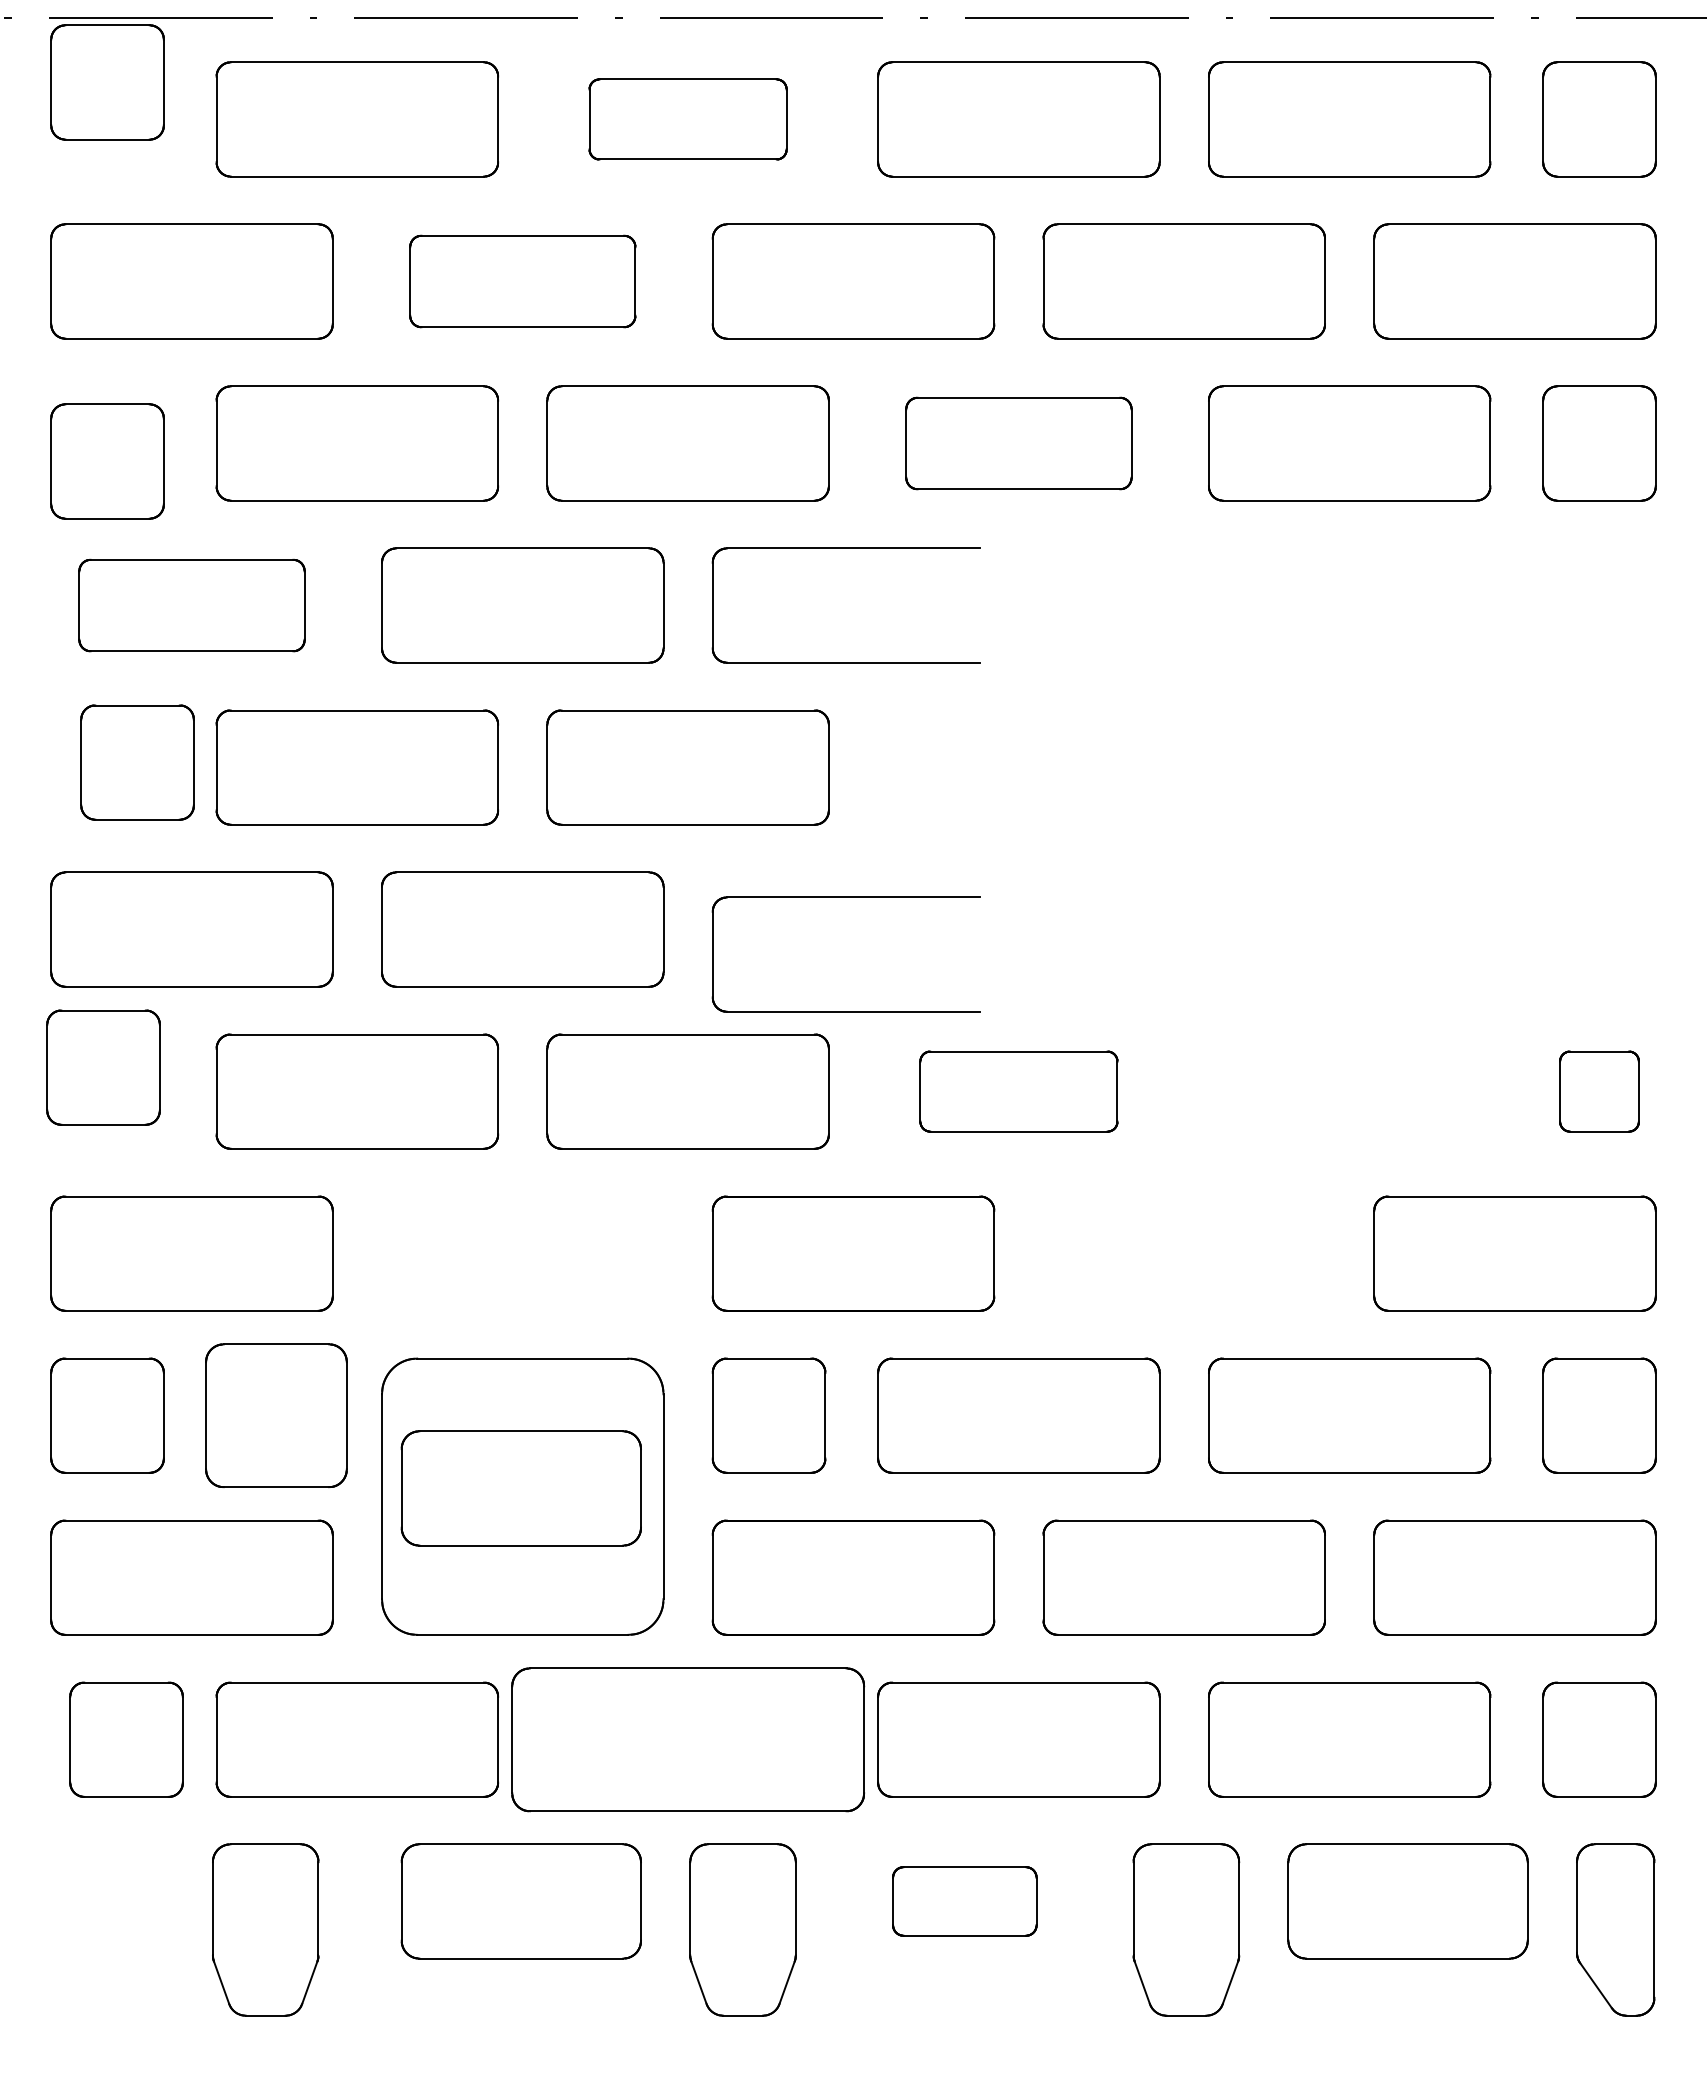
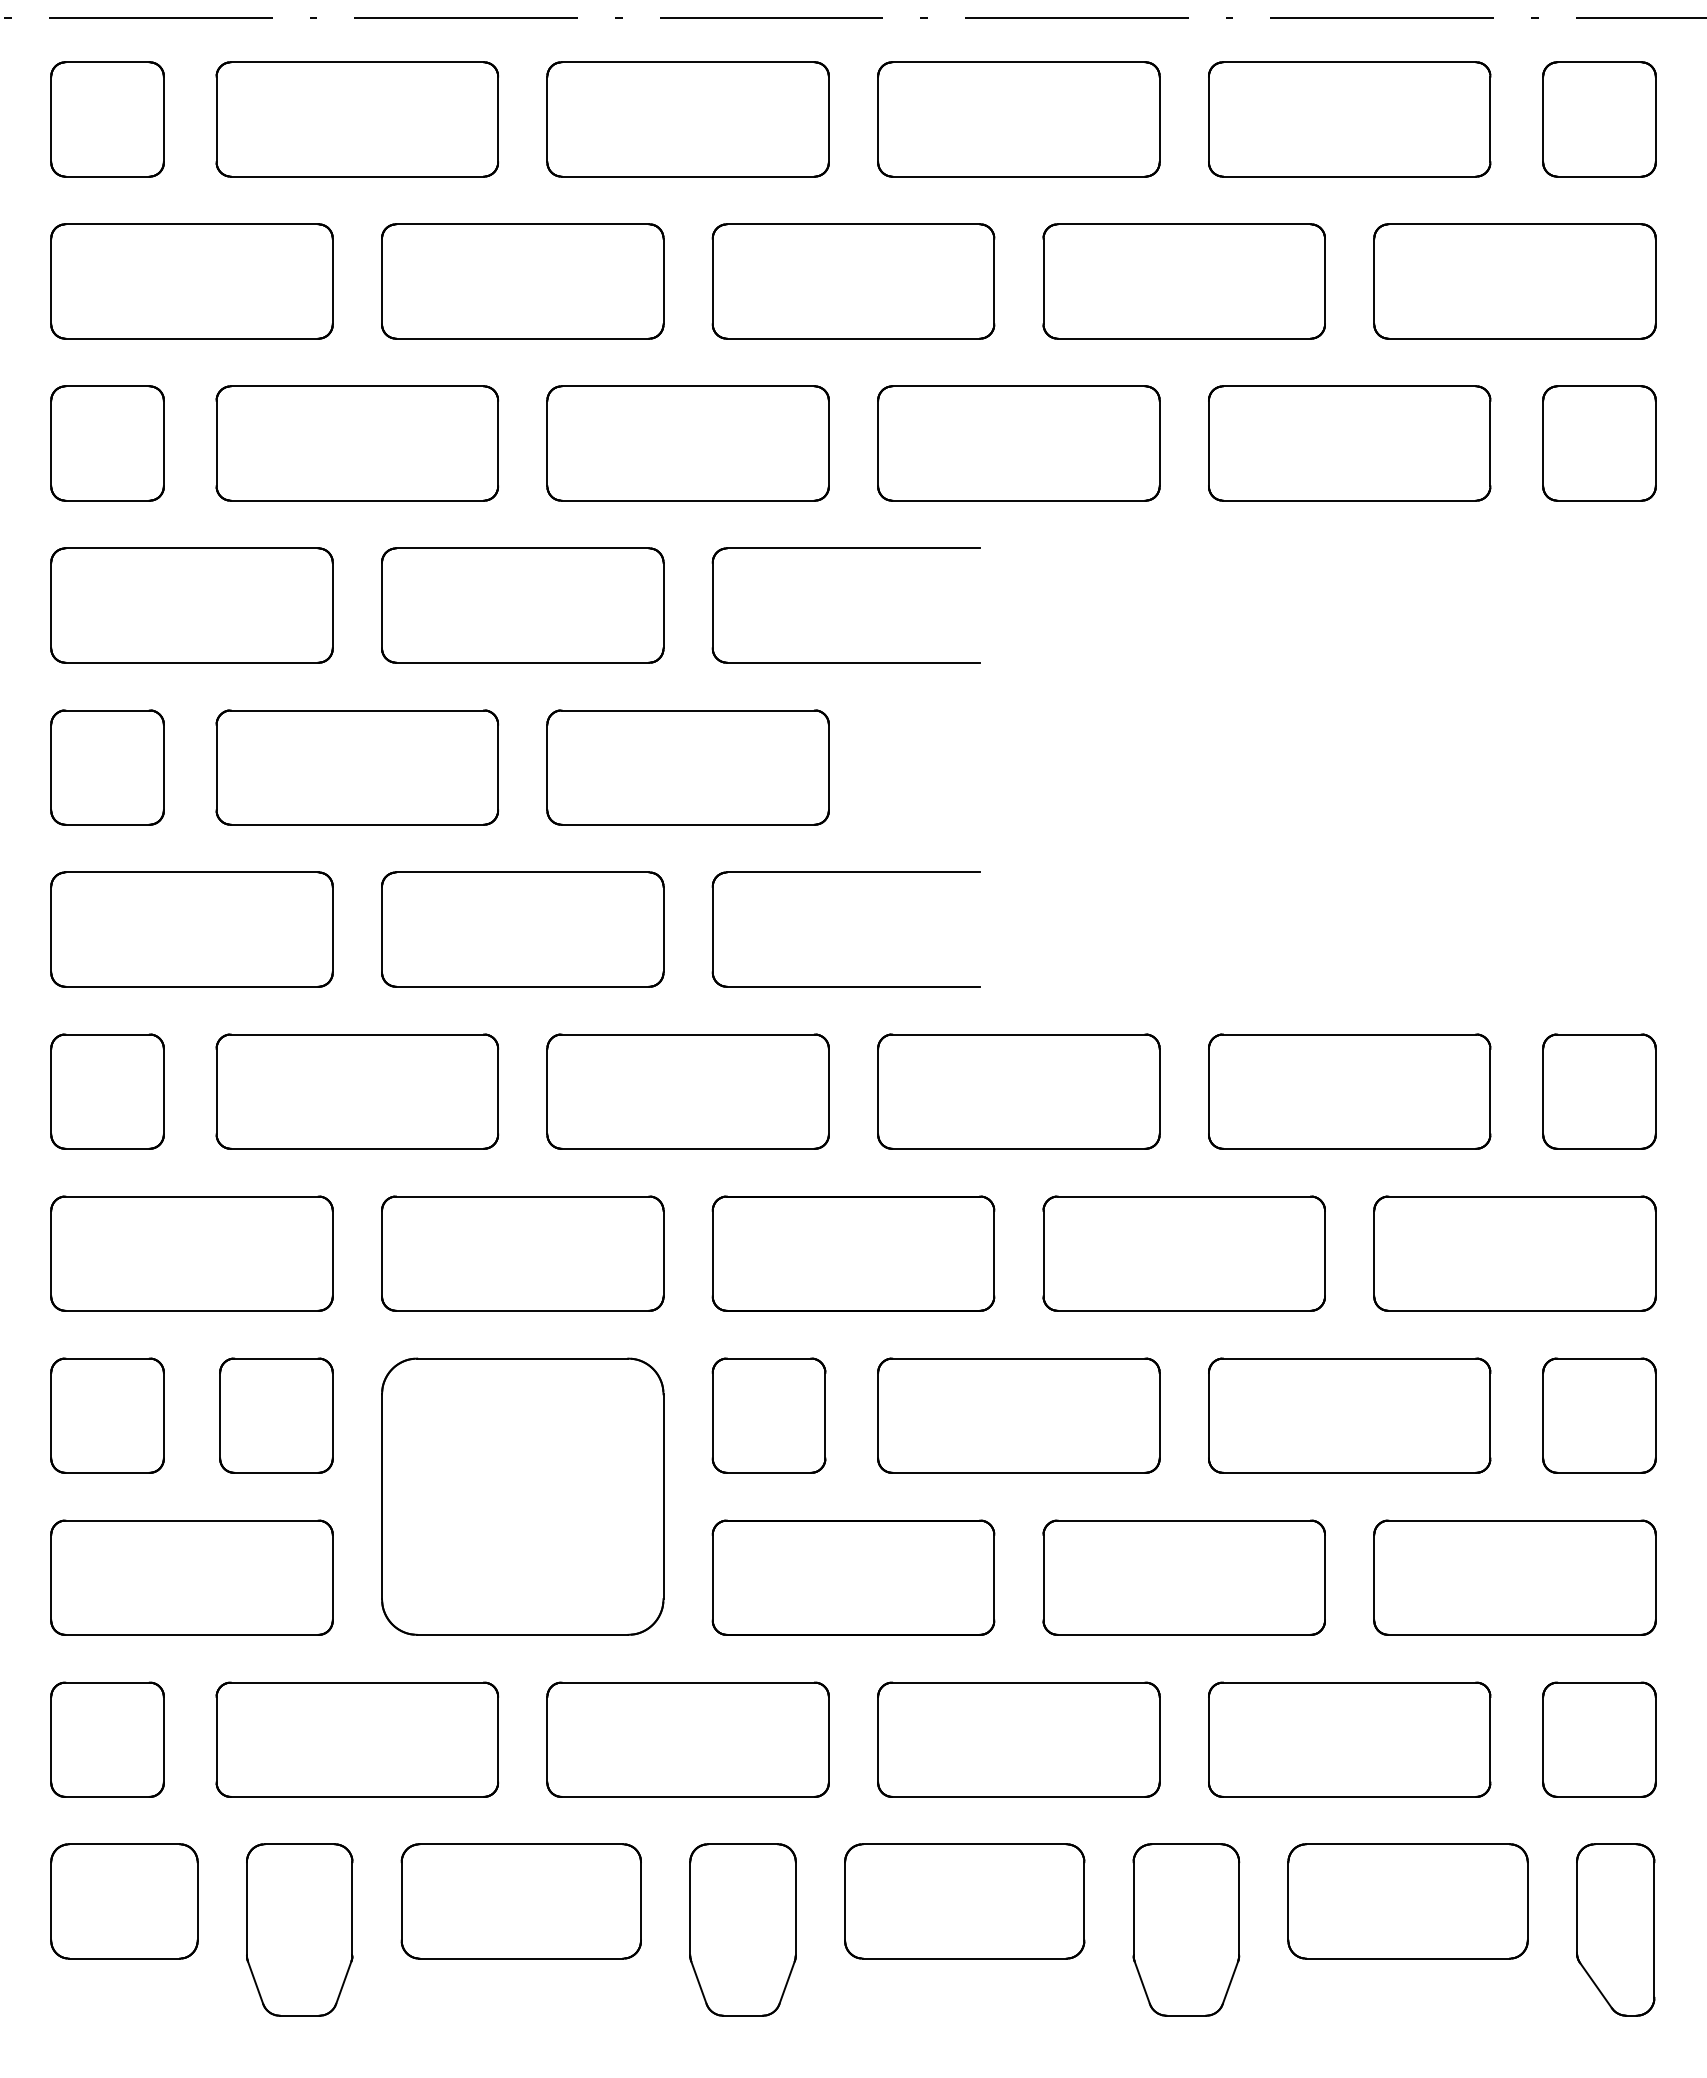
part at (107, 82) position: (107, 82) -> (107, 119)
part at (687, 119) size: 200x83 px -> 284x117 px
part at (522, 281) size: 228x95 px -> 284x117 px
part at (1018, 443) size: 228x95 px -> 284x117 px
part at (107, 461) position: (107, 461) -> (107, 443)
part at (191, 605) size: 228x95 px -> 284x117 px
part at (137, 762) position: (137, 762) -> (107, 767)
part at (845, 897) position: (845, 897) -> (845, 872)
part at (103, 1067) position: (103, 1067) -> (107, 1091)
part at (1018, 1091) size: 200x83 px -> 284x117 px
part at (1349, 1091): none -> present
part at (1599, 1091) size: 81x83 px -> 115x117 px
part at (522, 1253): none -> present
part at (1183, 1253): none -> present
part at (276, 1415) size: 143x145 px -> 115x117 px
part at (520, 1488): present -> none
part at (126, 1739) position: (126, 1739) -> (107, 1739)
part at (688, 1739) size: 355x146 px -> 284x117 px
part at (124, 1901): none -> present
part at (964, 1901) size: 146x71 px -> 242x117 px
part at (265, 1929) position: (265, 1929) -> (299, 1929)
